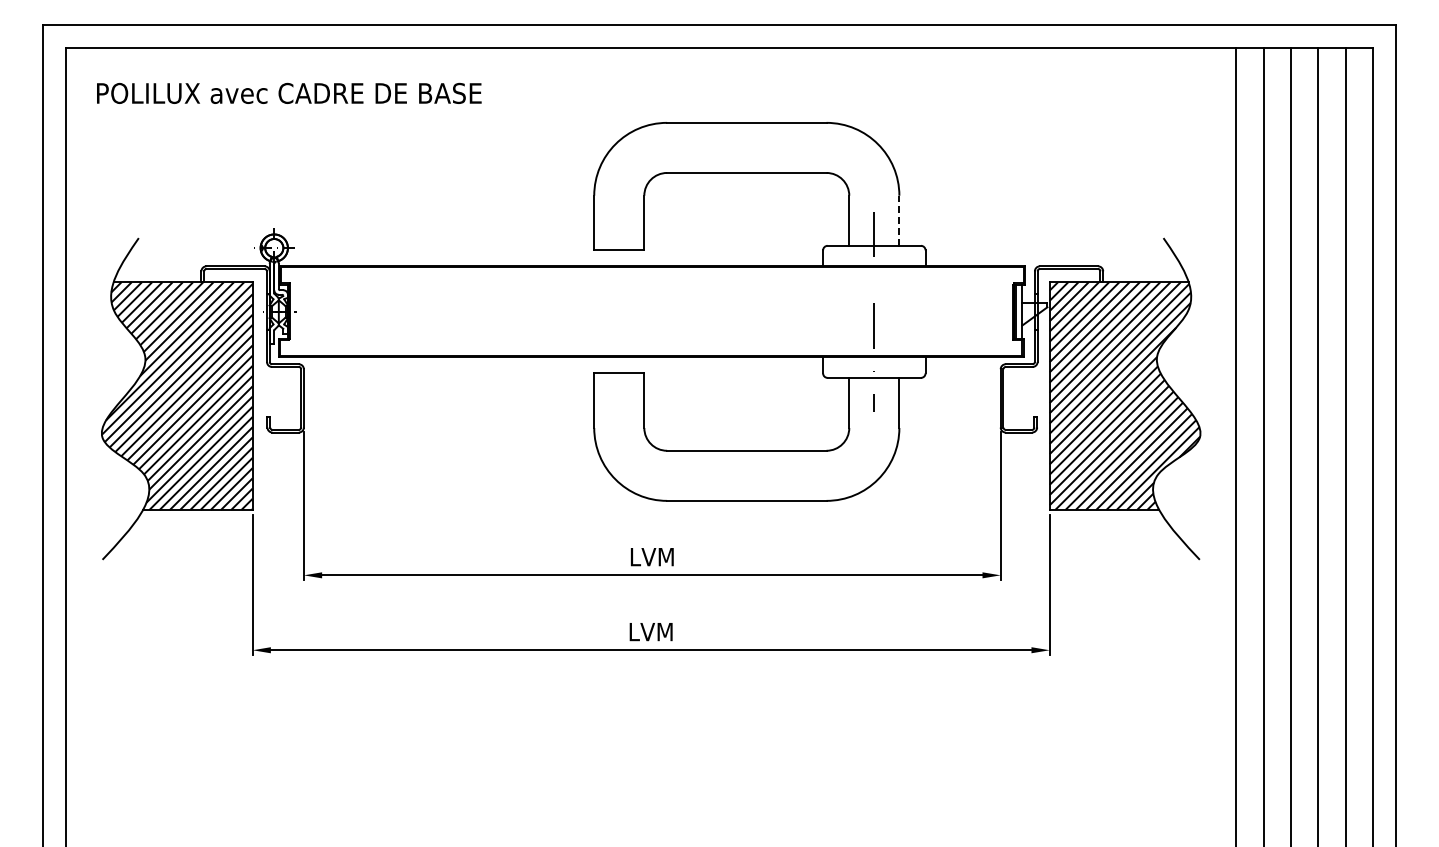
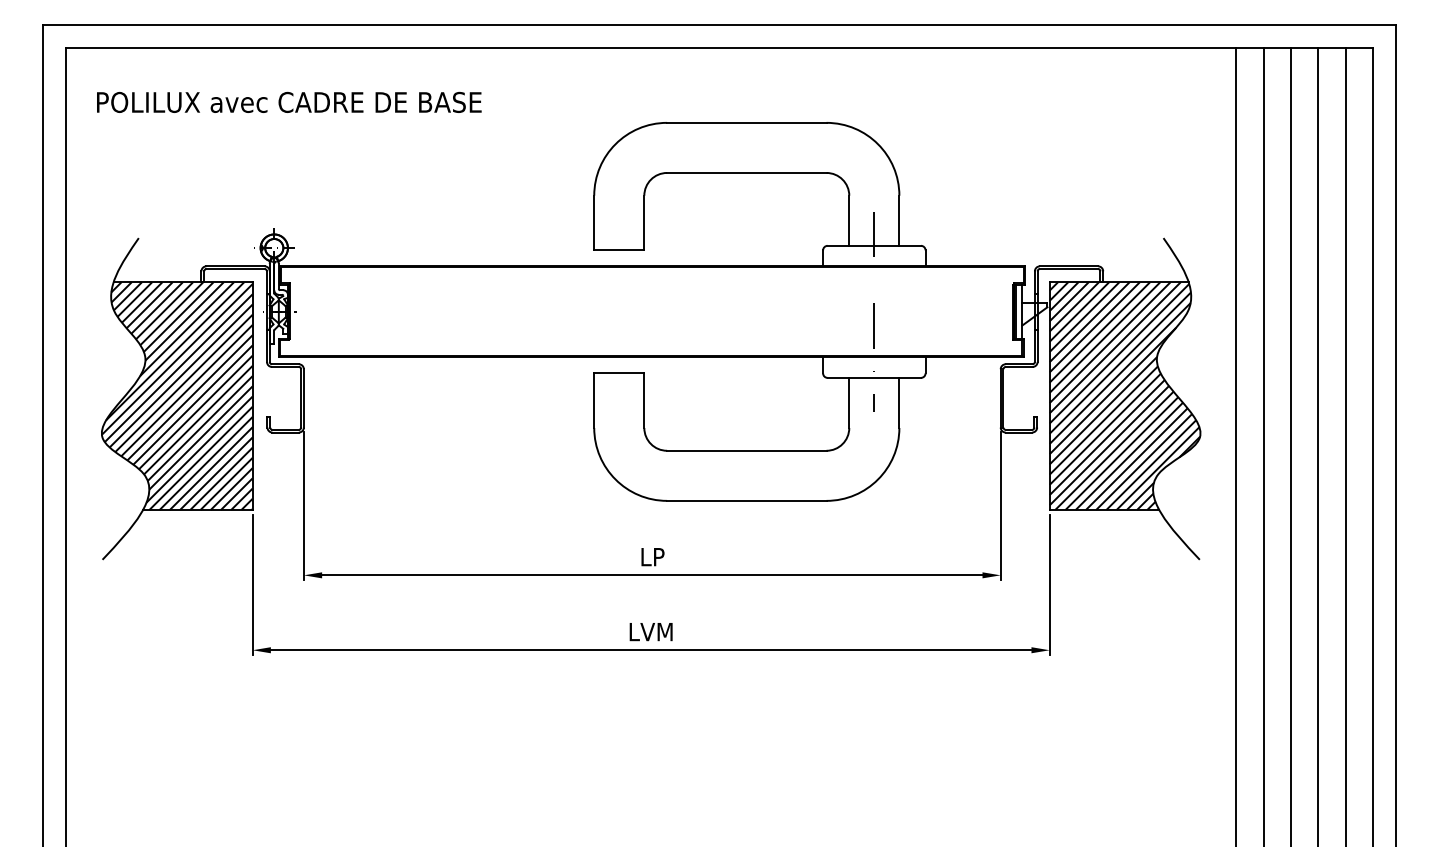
text at (289, 92) position: (289, 92) -> (289, 101)
line at (899, 220): dashed -> solid
text at (651, 557): LVM -> LP
